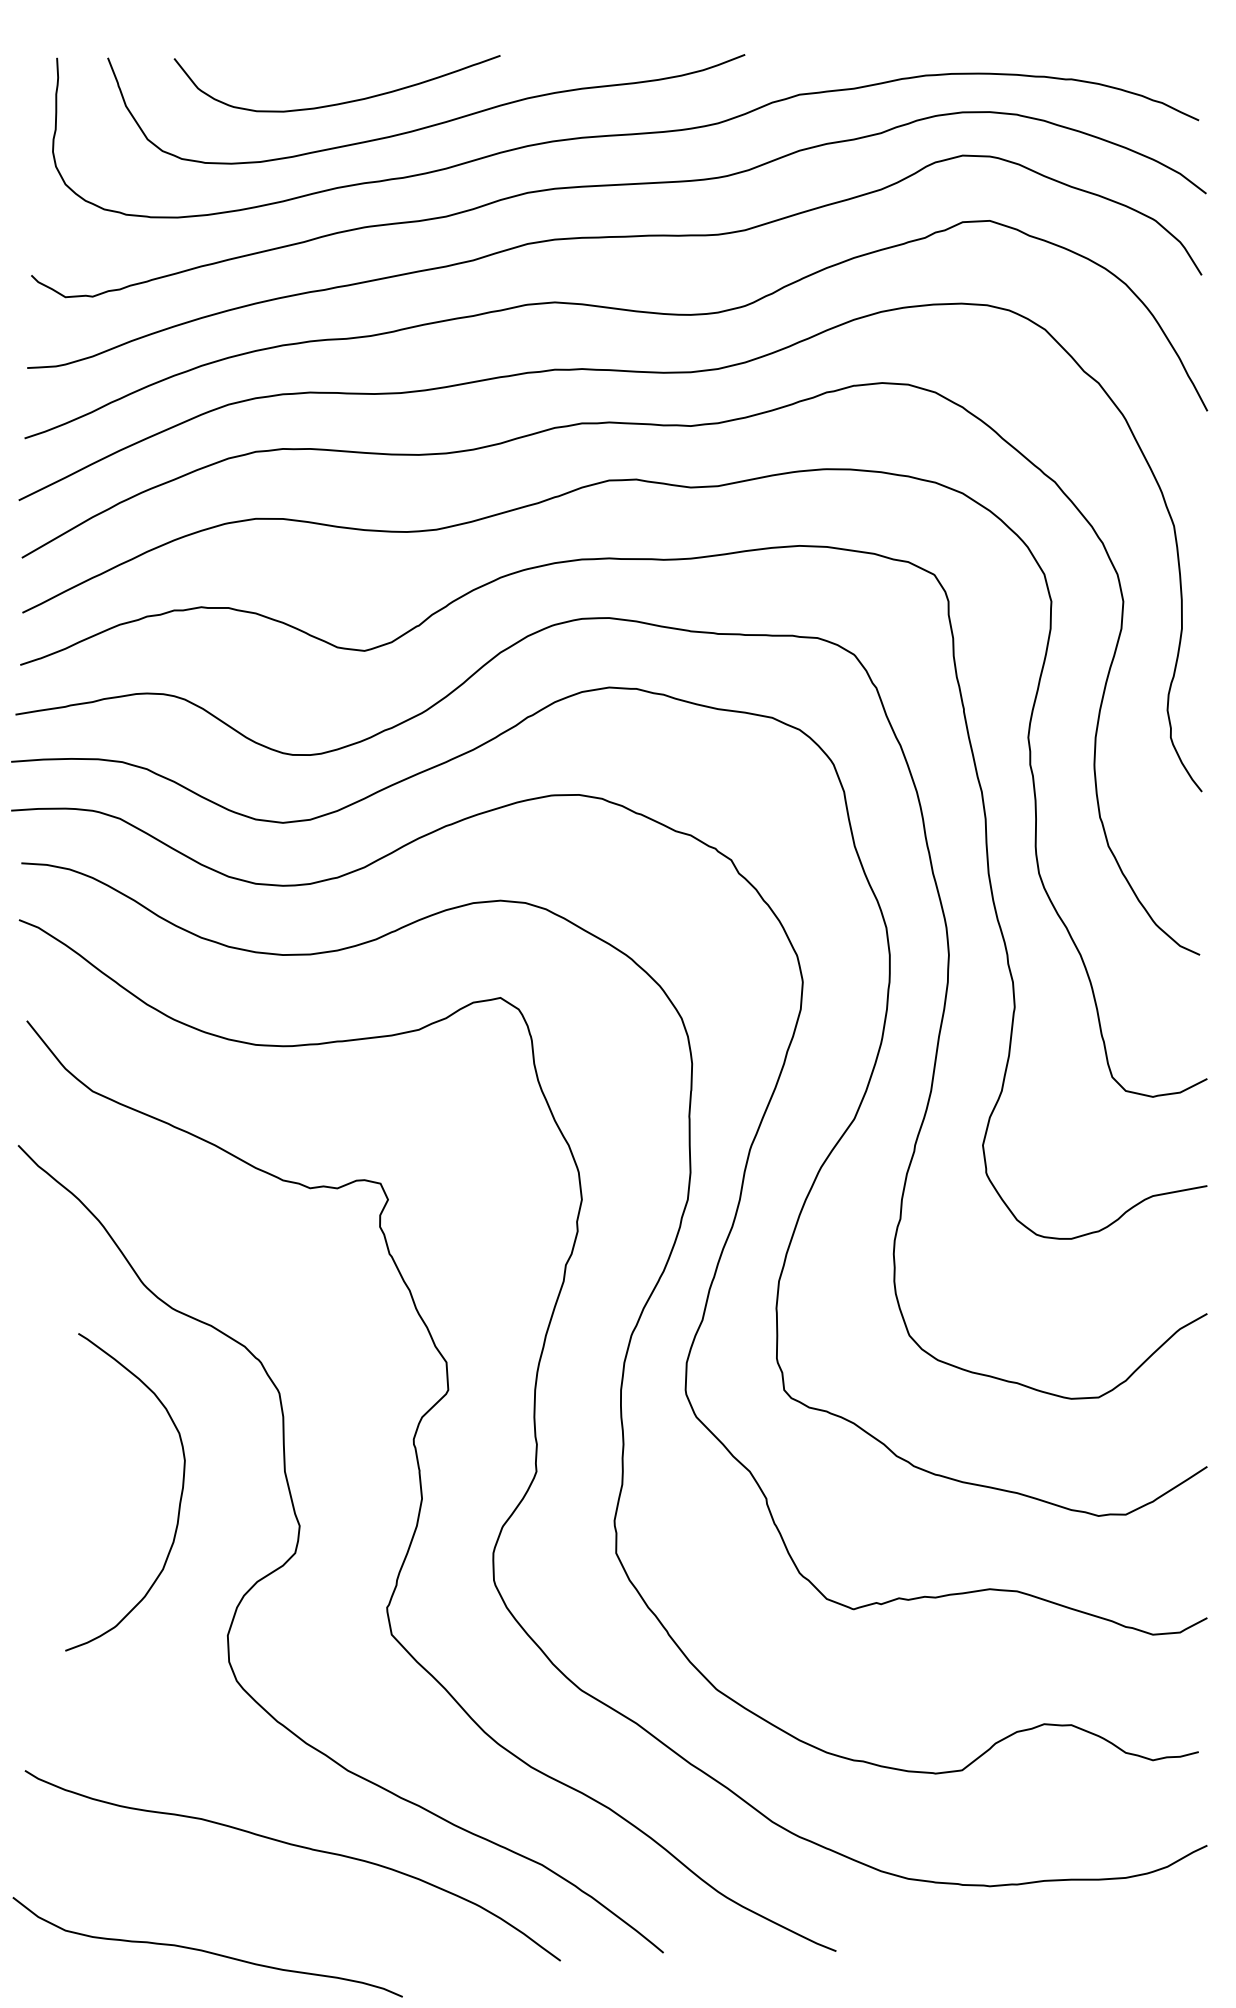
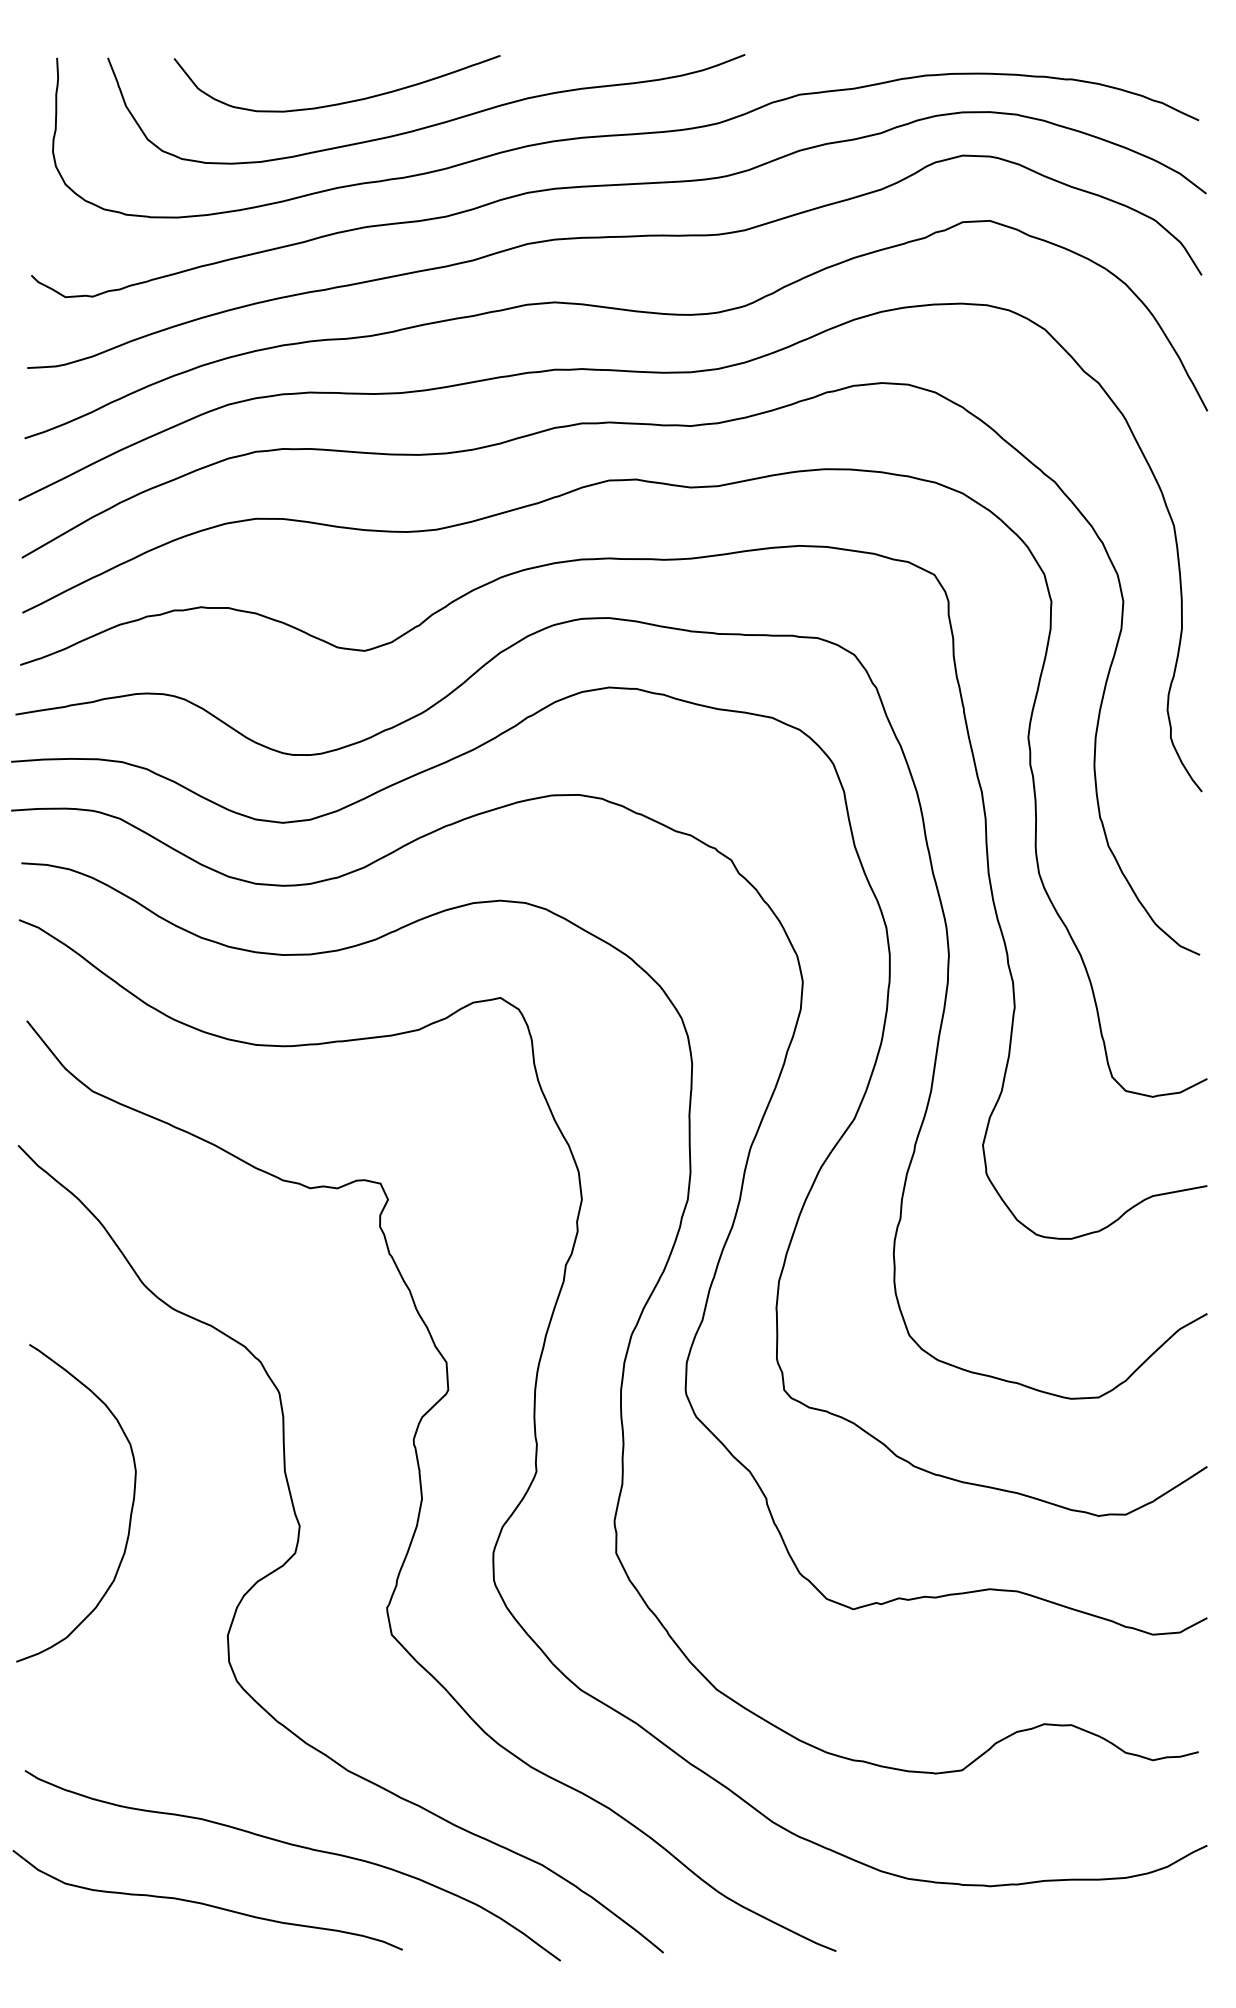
curve at (179, 1500) position: (179, 1500) -> (130, 1511)
curve at (206, 1950) position: (206, 1950) -> (206, 1903)
